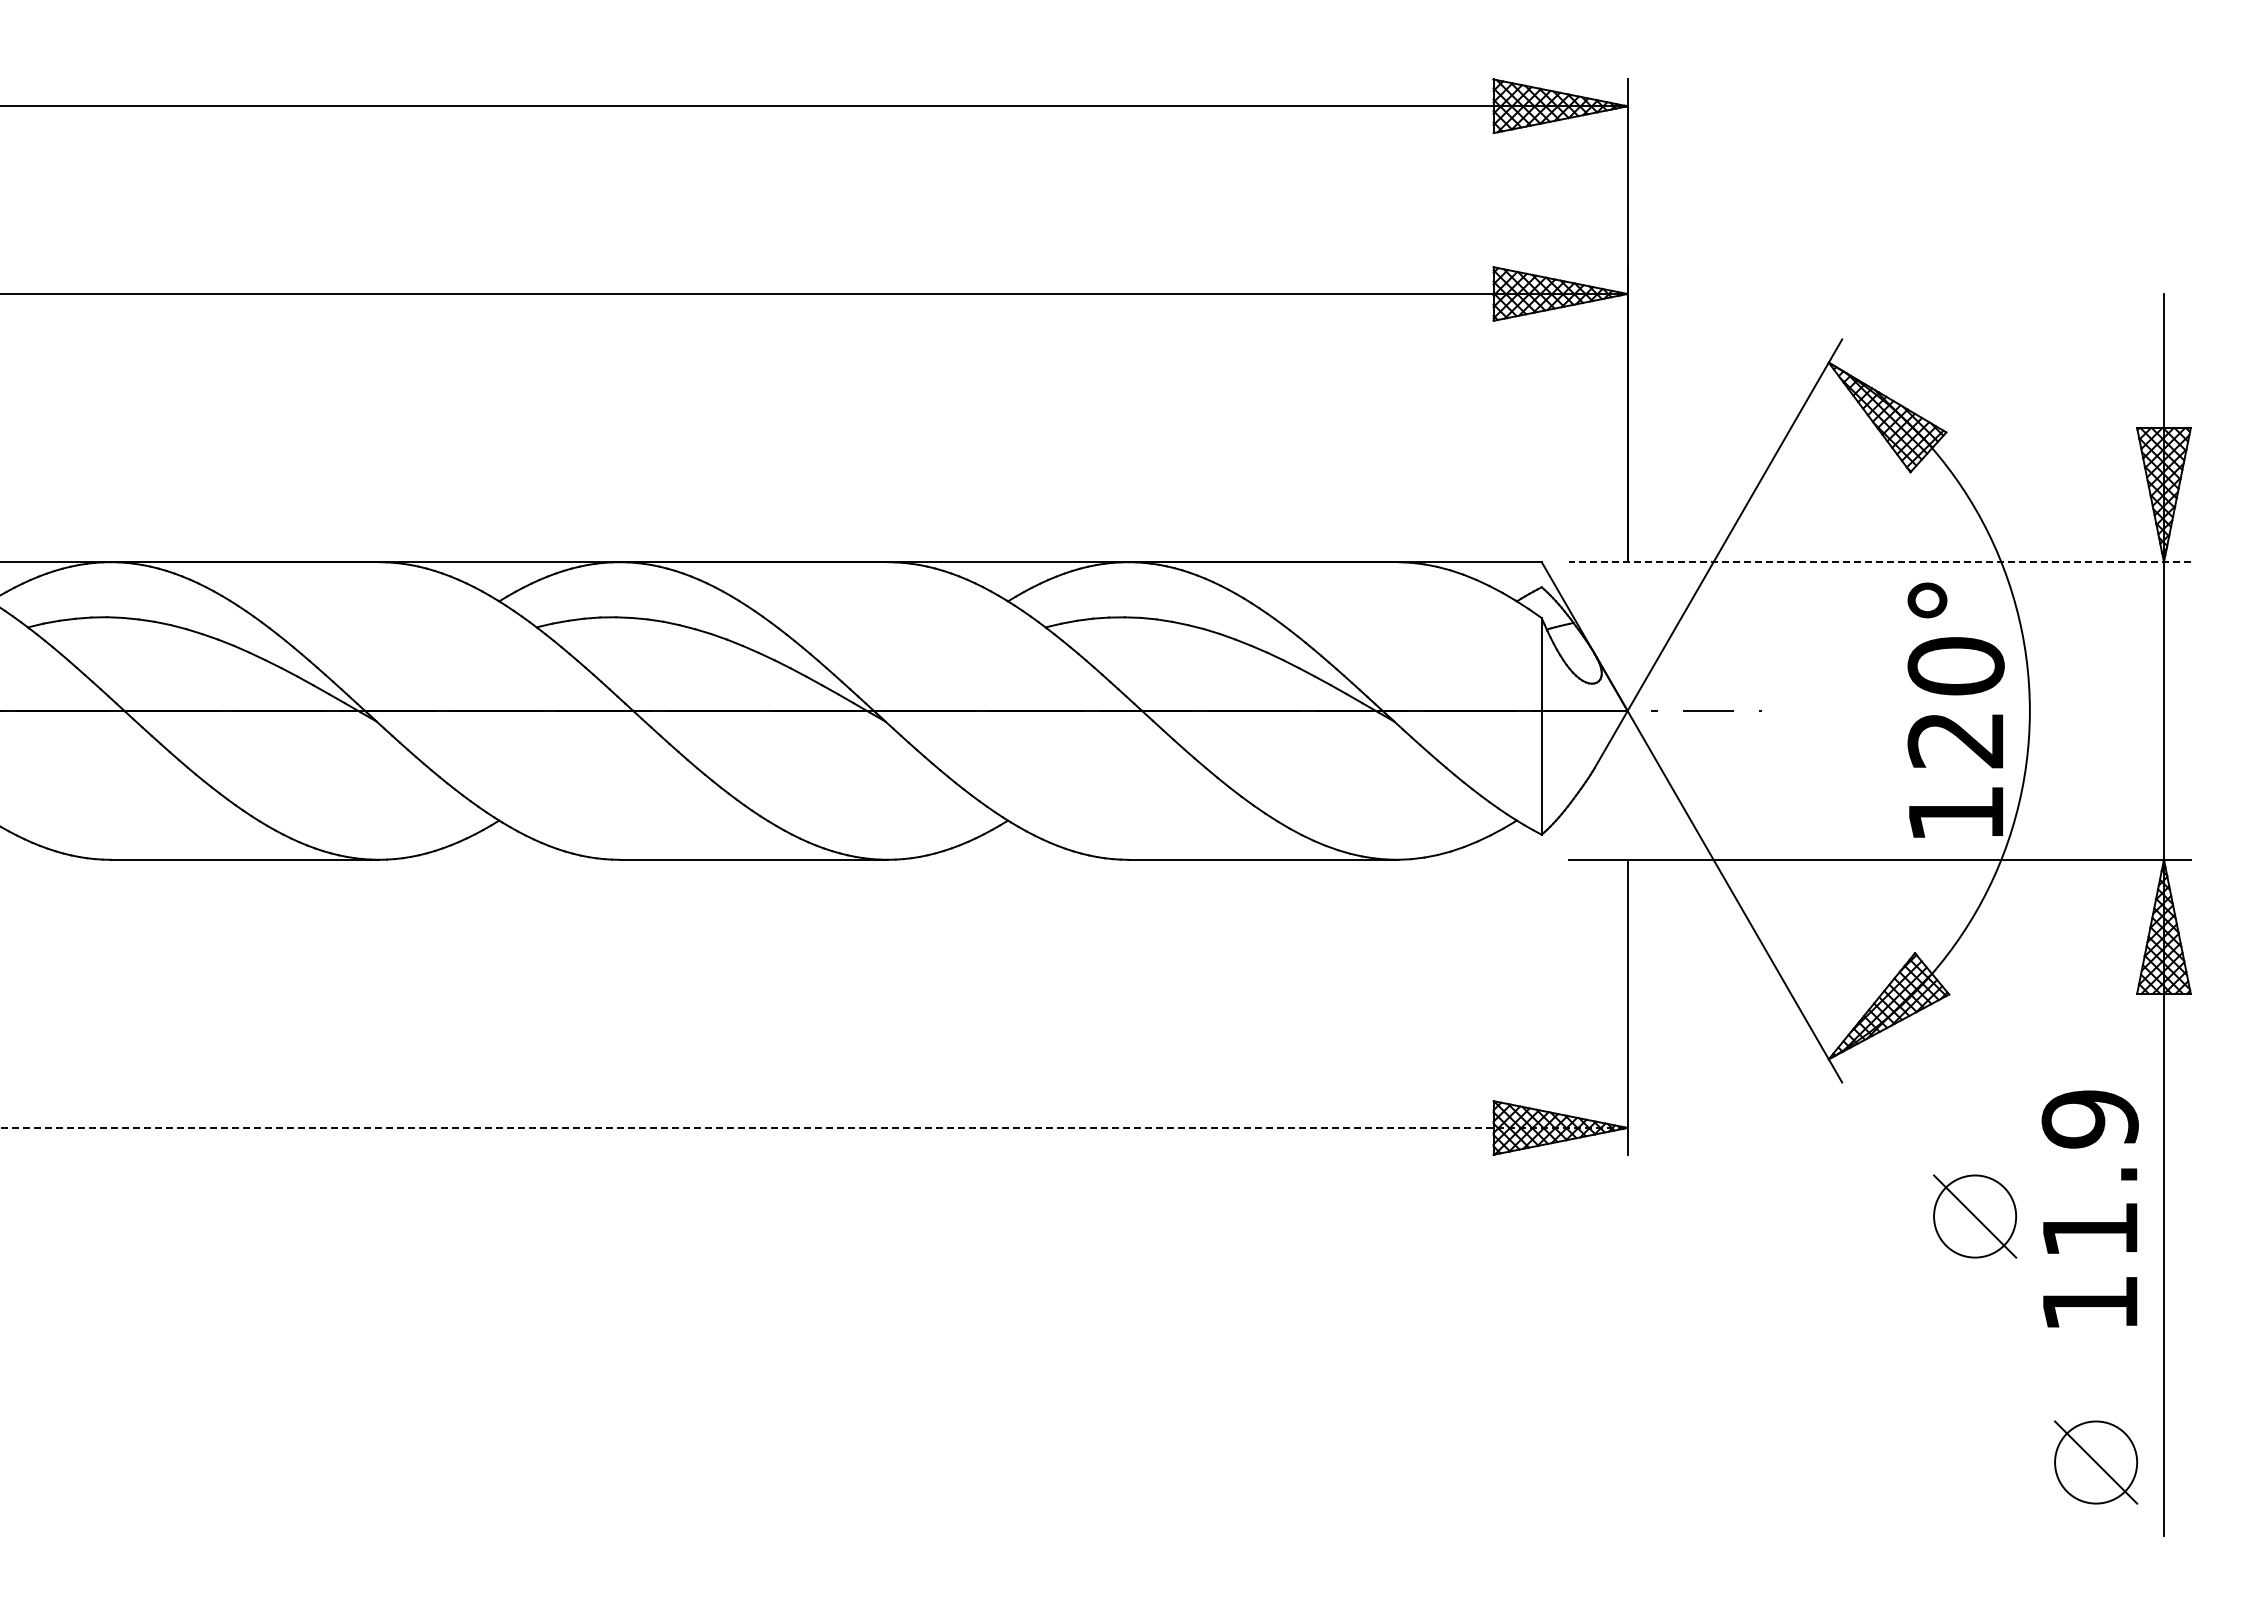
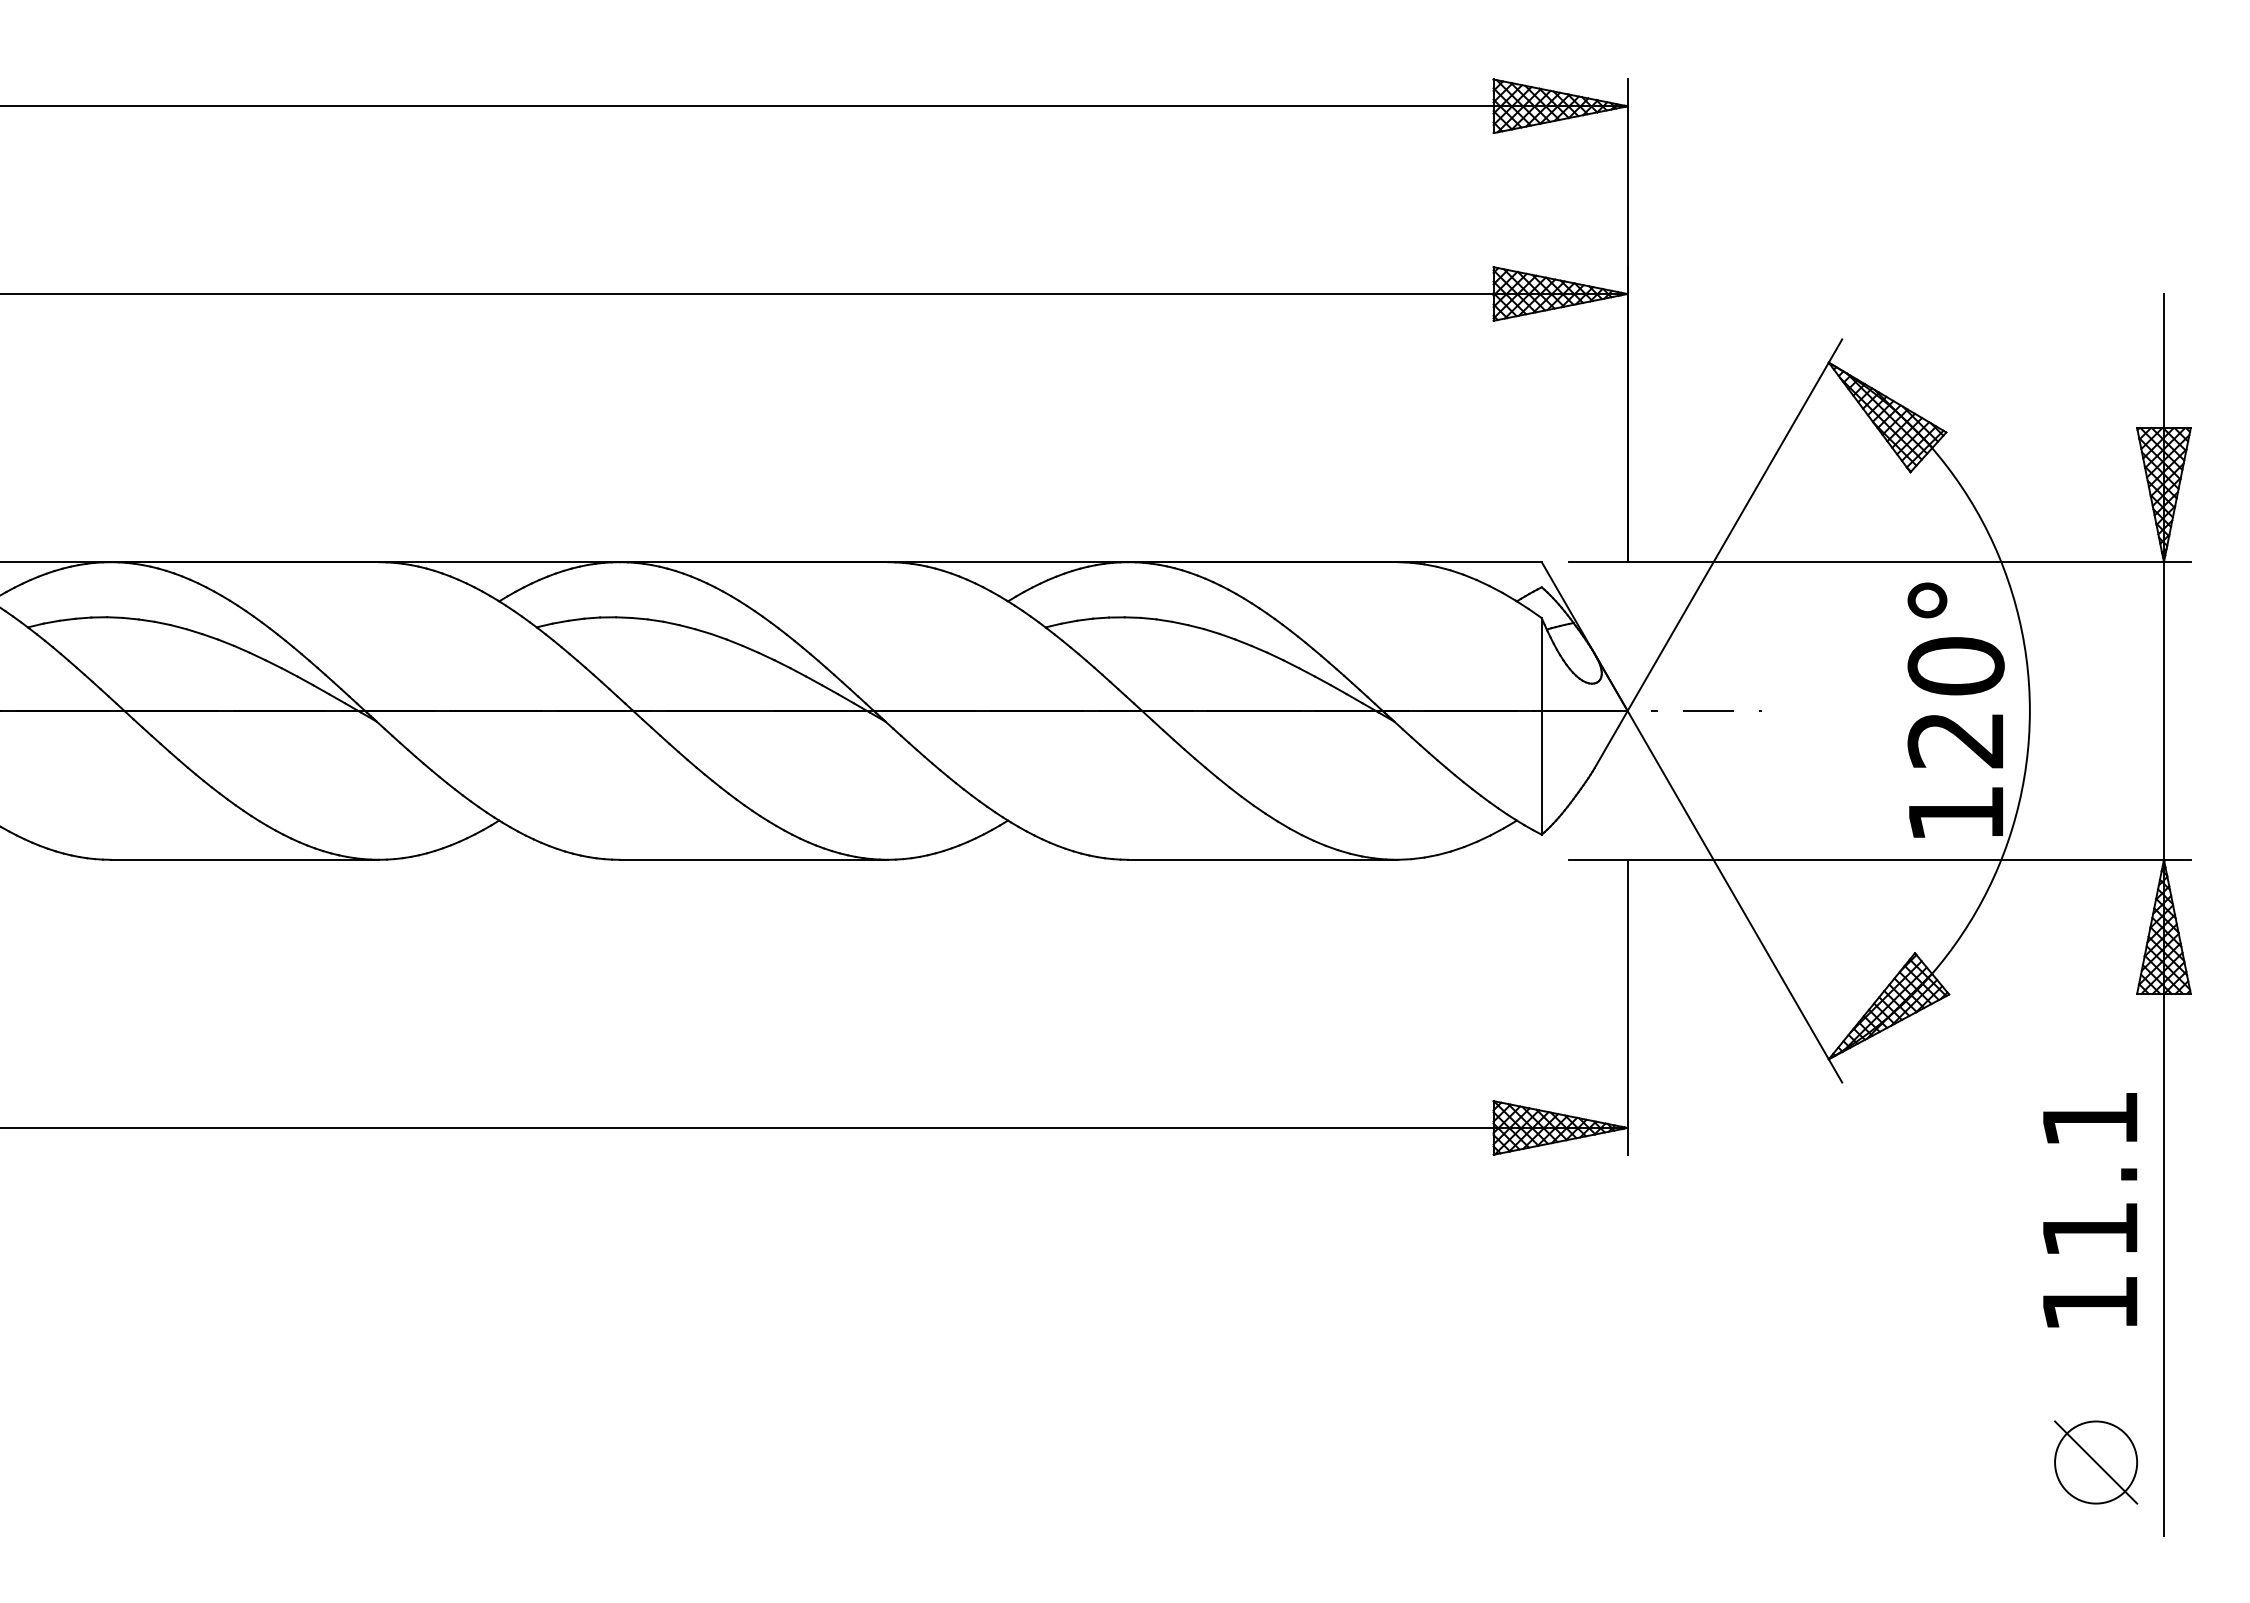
line at (1879, 562): dashed -> solid
text at (2089, 1119): 11.9 -> 11.1
line at (814, 1127): dashed -> solid
part at (1975, 1216): present -> none
